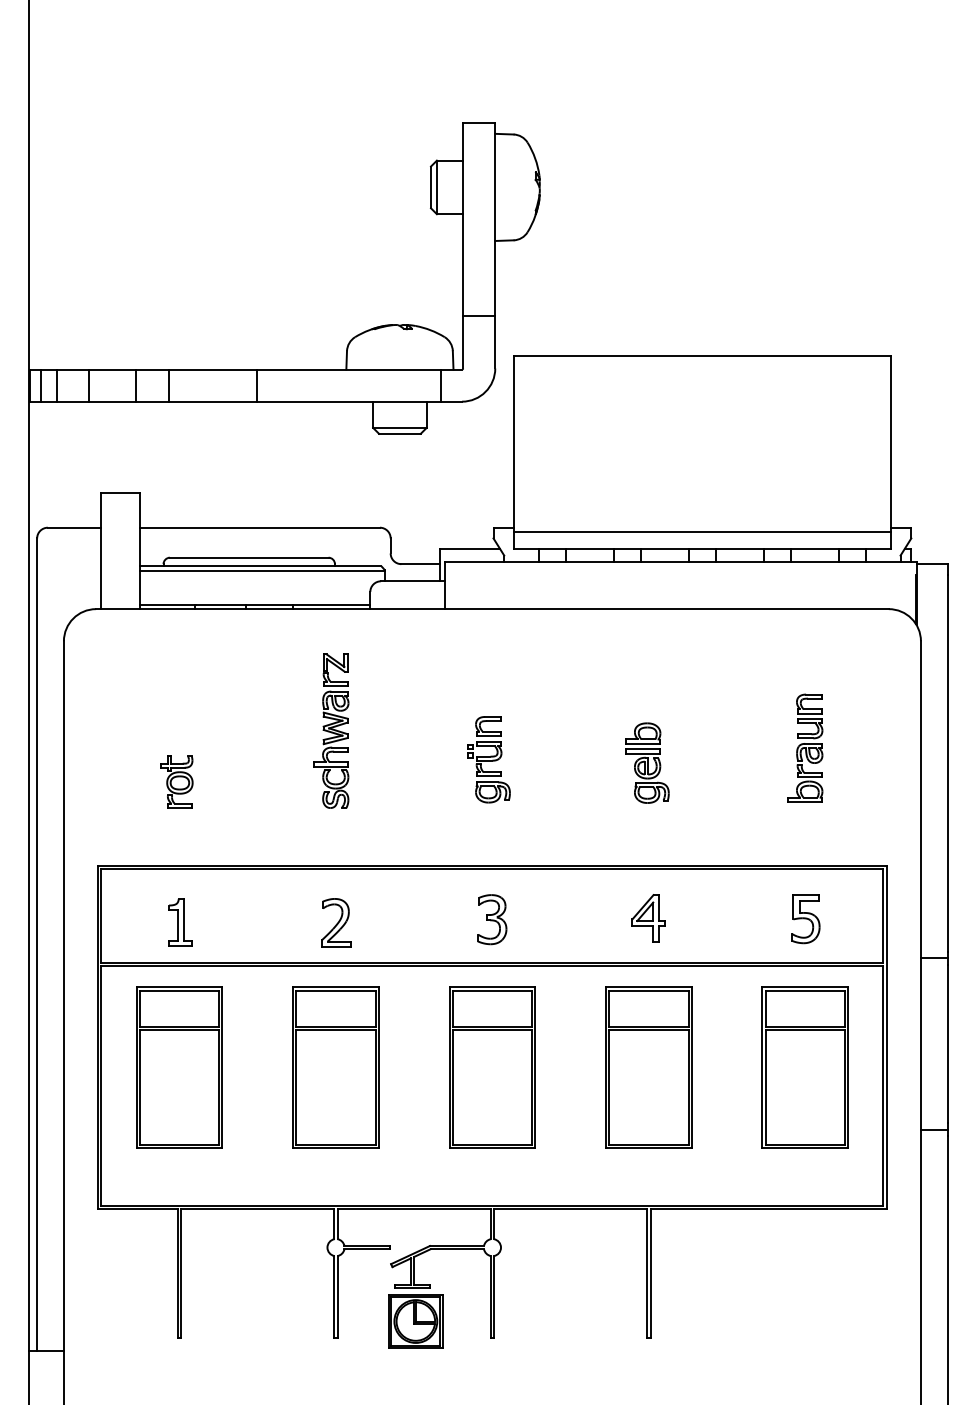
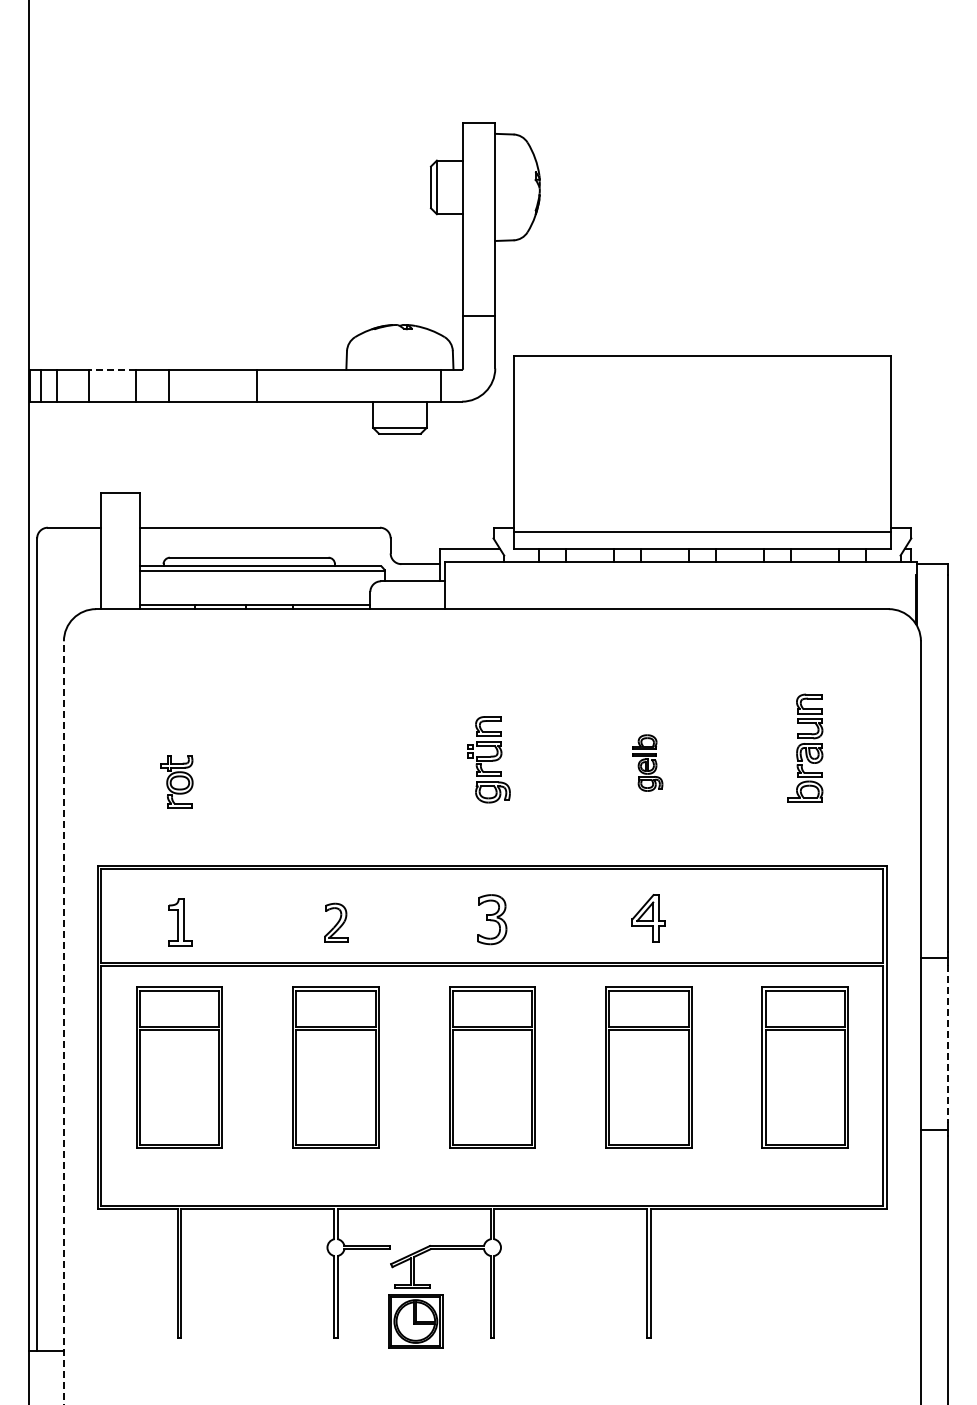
line at (112, 369): solid -> dashed
part at (331, 730): present -> none
part at (647, 762) size: 45x82 px -> 32x58 px
part at (805, 919): present -> none
part at (336, 922) size: 31x50 px -> 25x41 px
line at (63, 1022): solid -> dashed
line at (947, 1044): solid -> dashed
